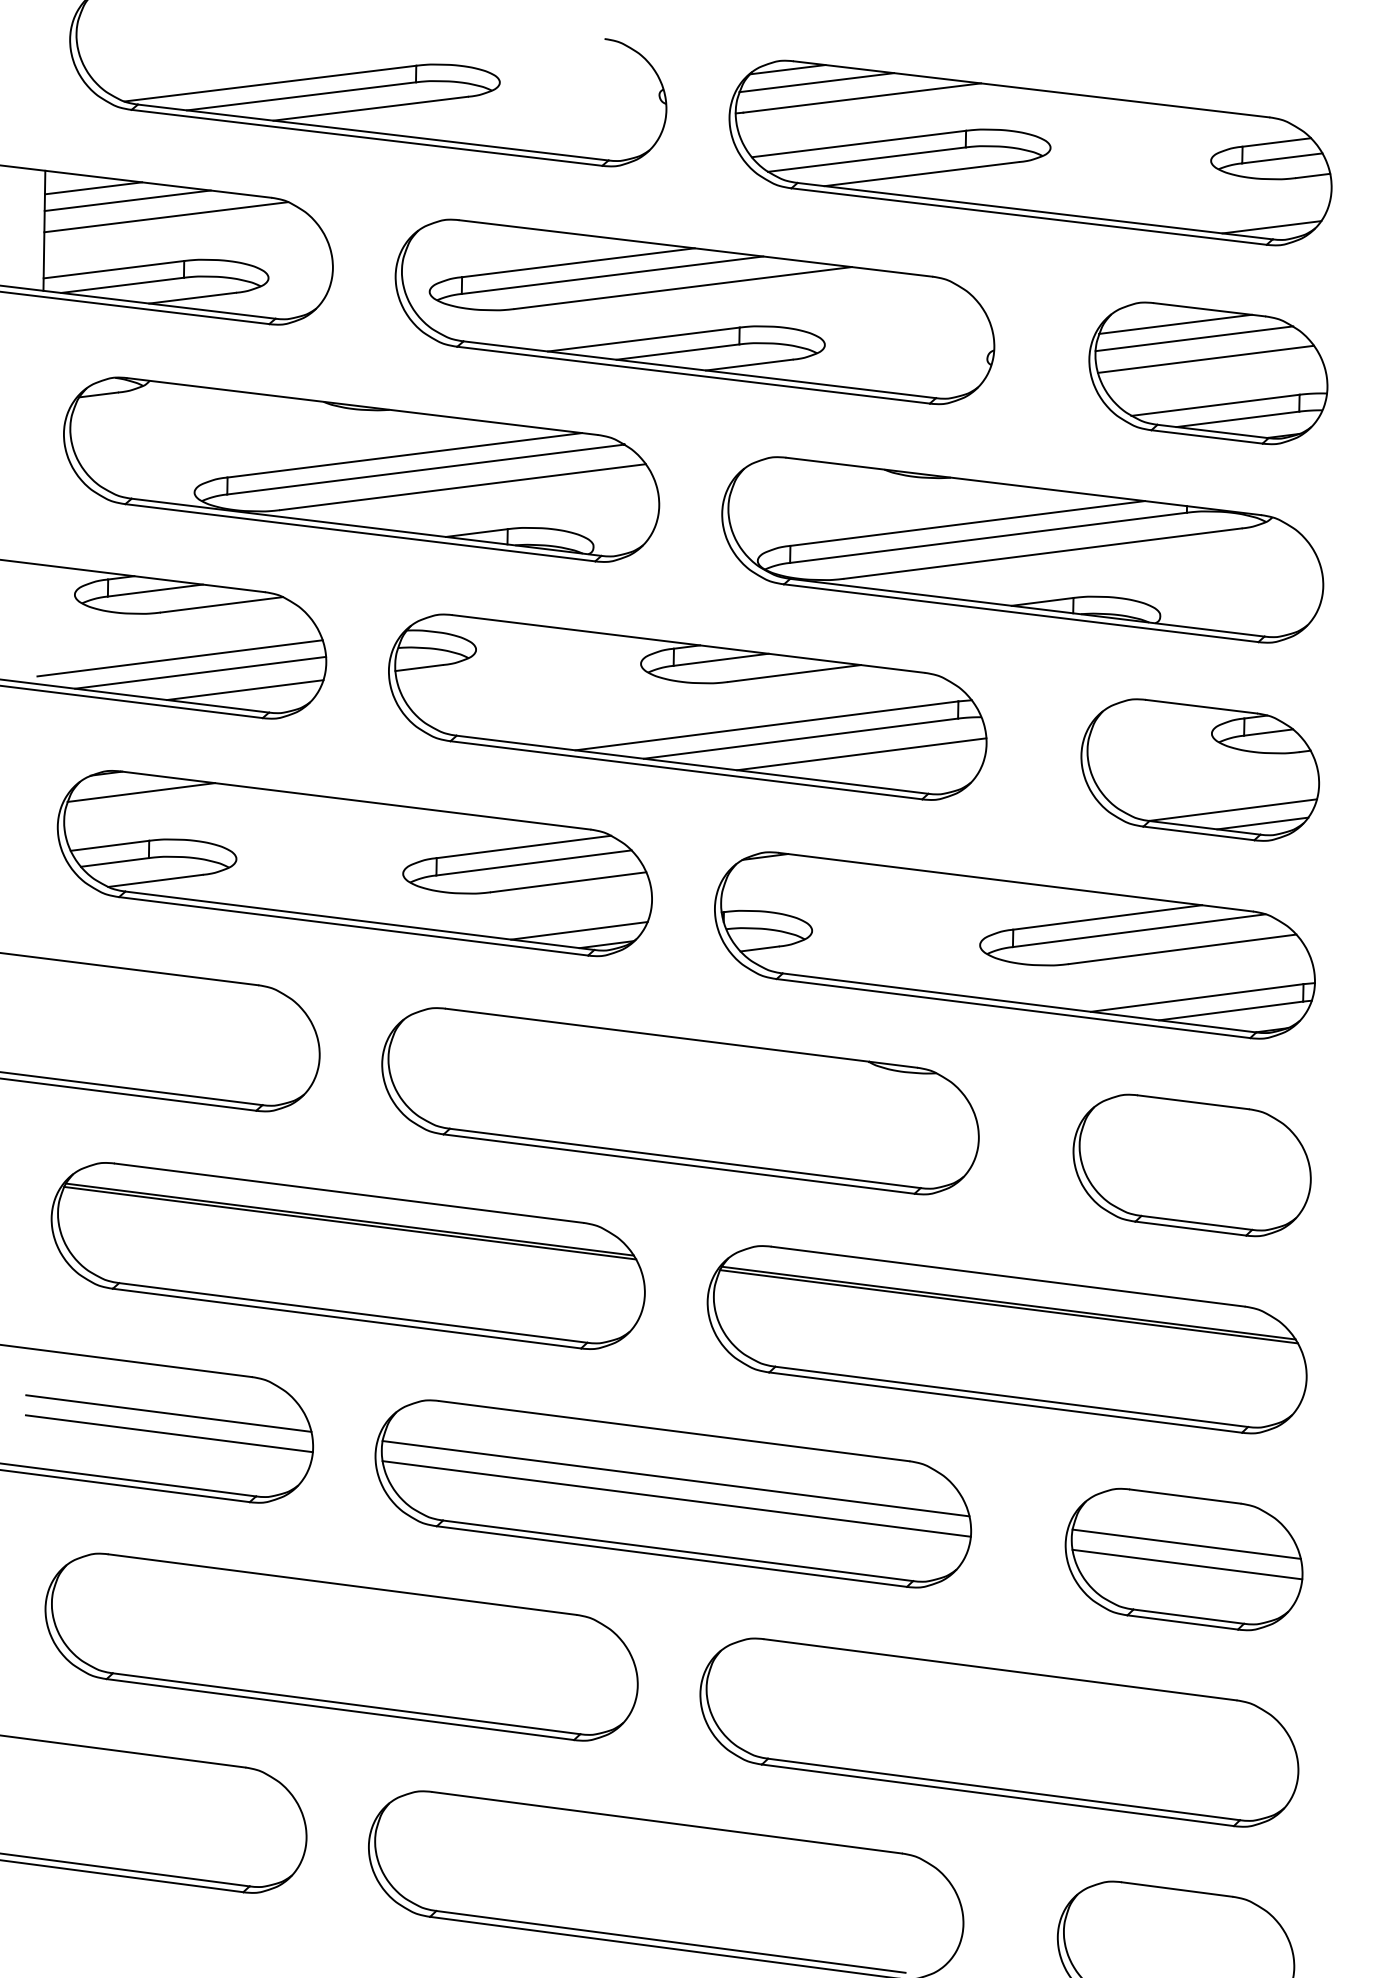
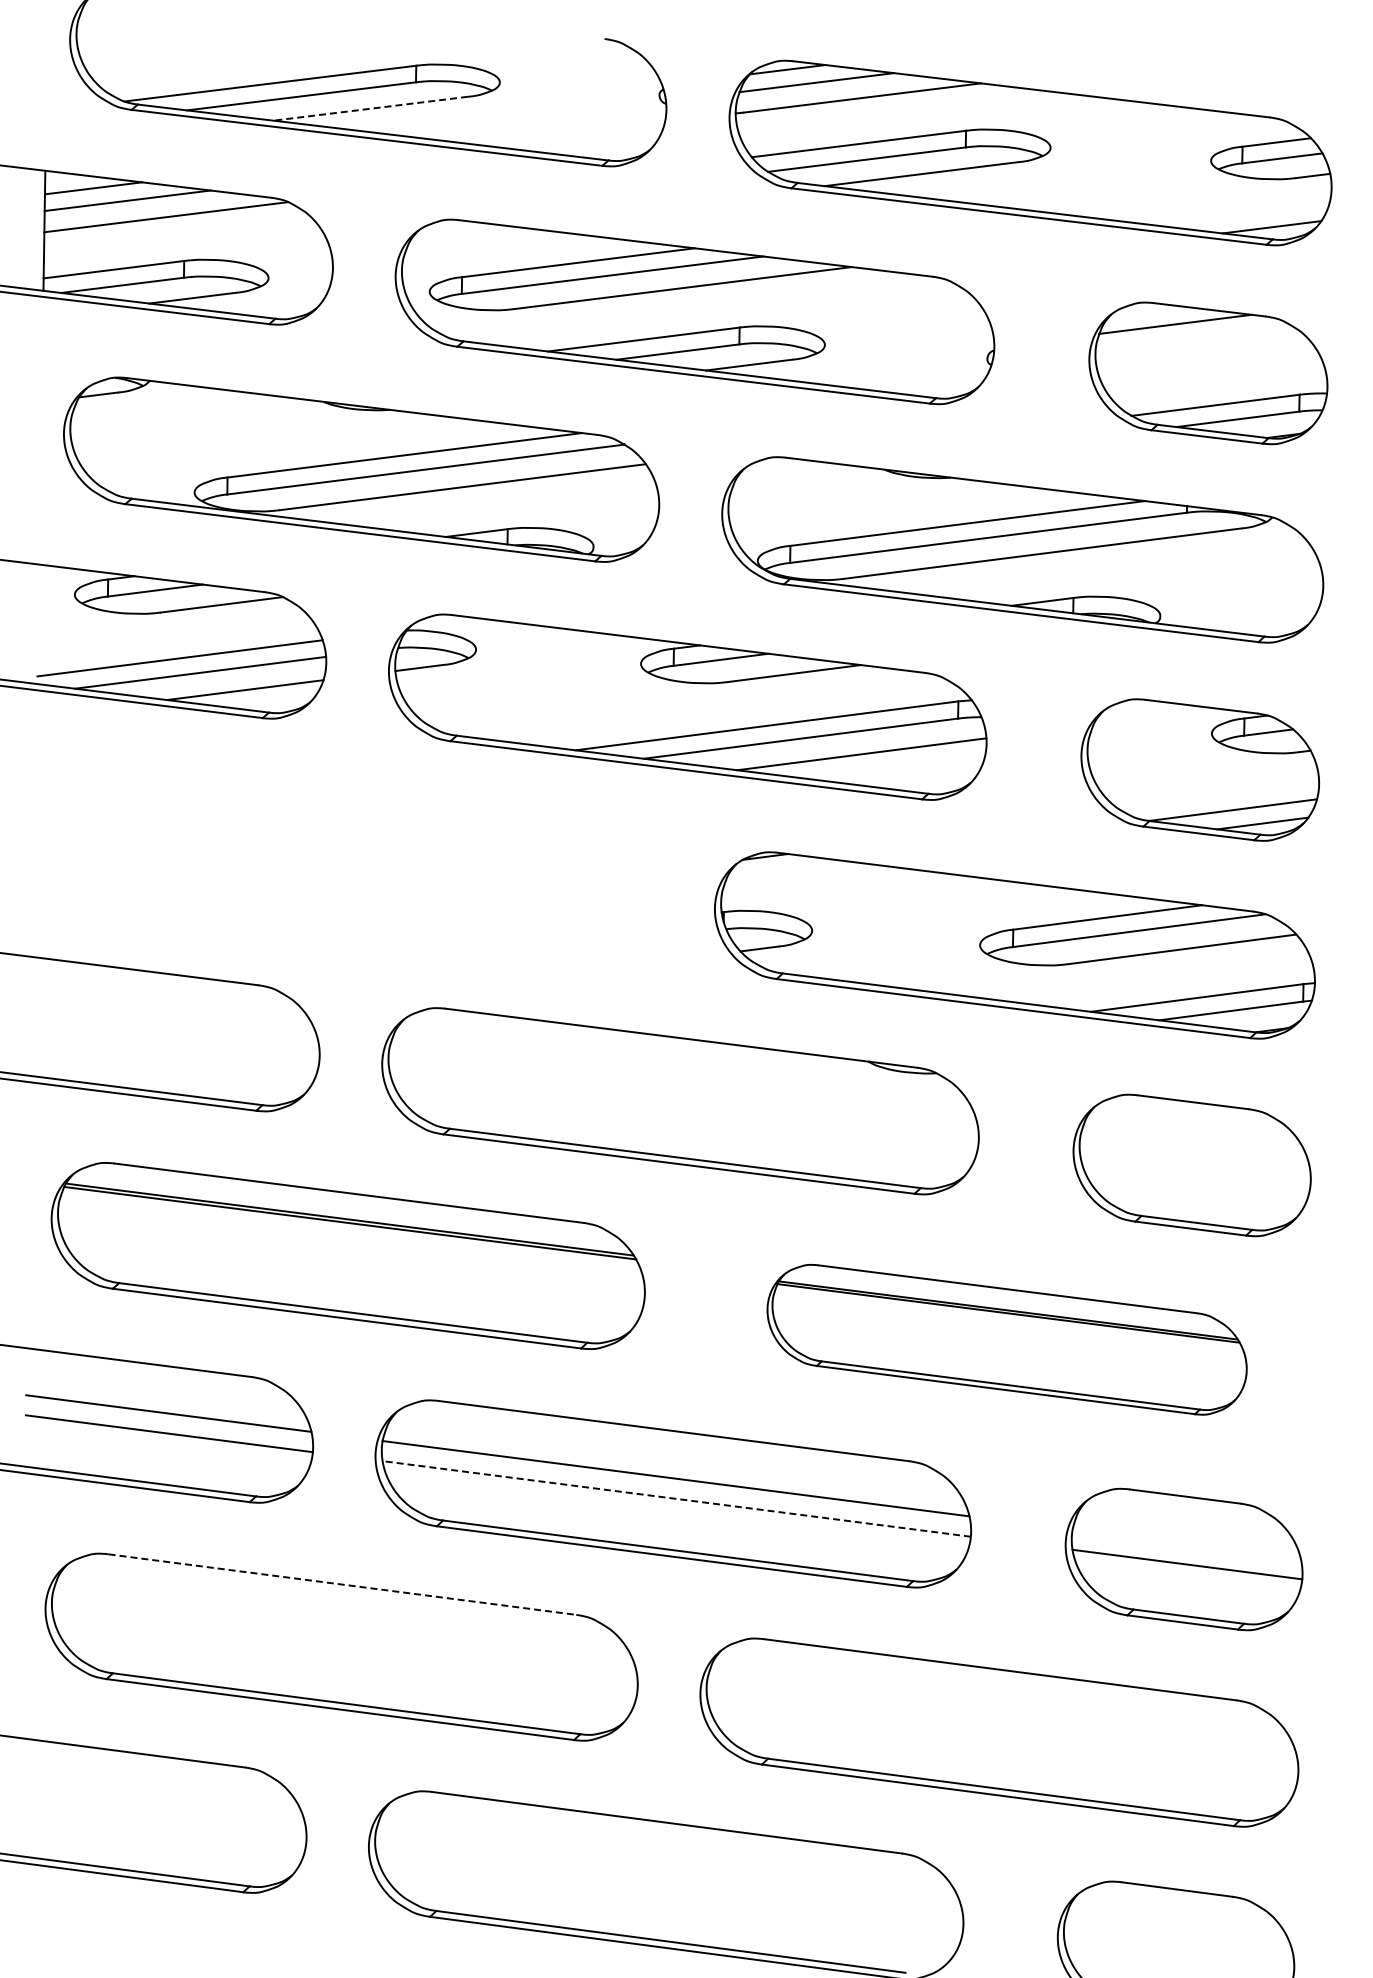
line at (370, 108): solid -> dashed
line at (1194, 338): present -> none
line at (1205, 358): present -> none
part at (354, 863): present -> none
part at (1006, 1339) size: 602x190 px -> 482x152 px
line at (676, 1498): solid -> dashed
line at (1186, 1543): present -> none
line at (342, 1584): solid -> dashed
